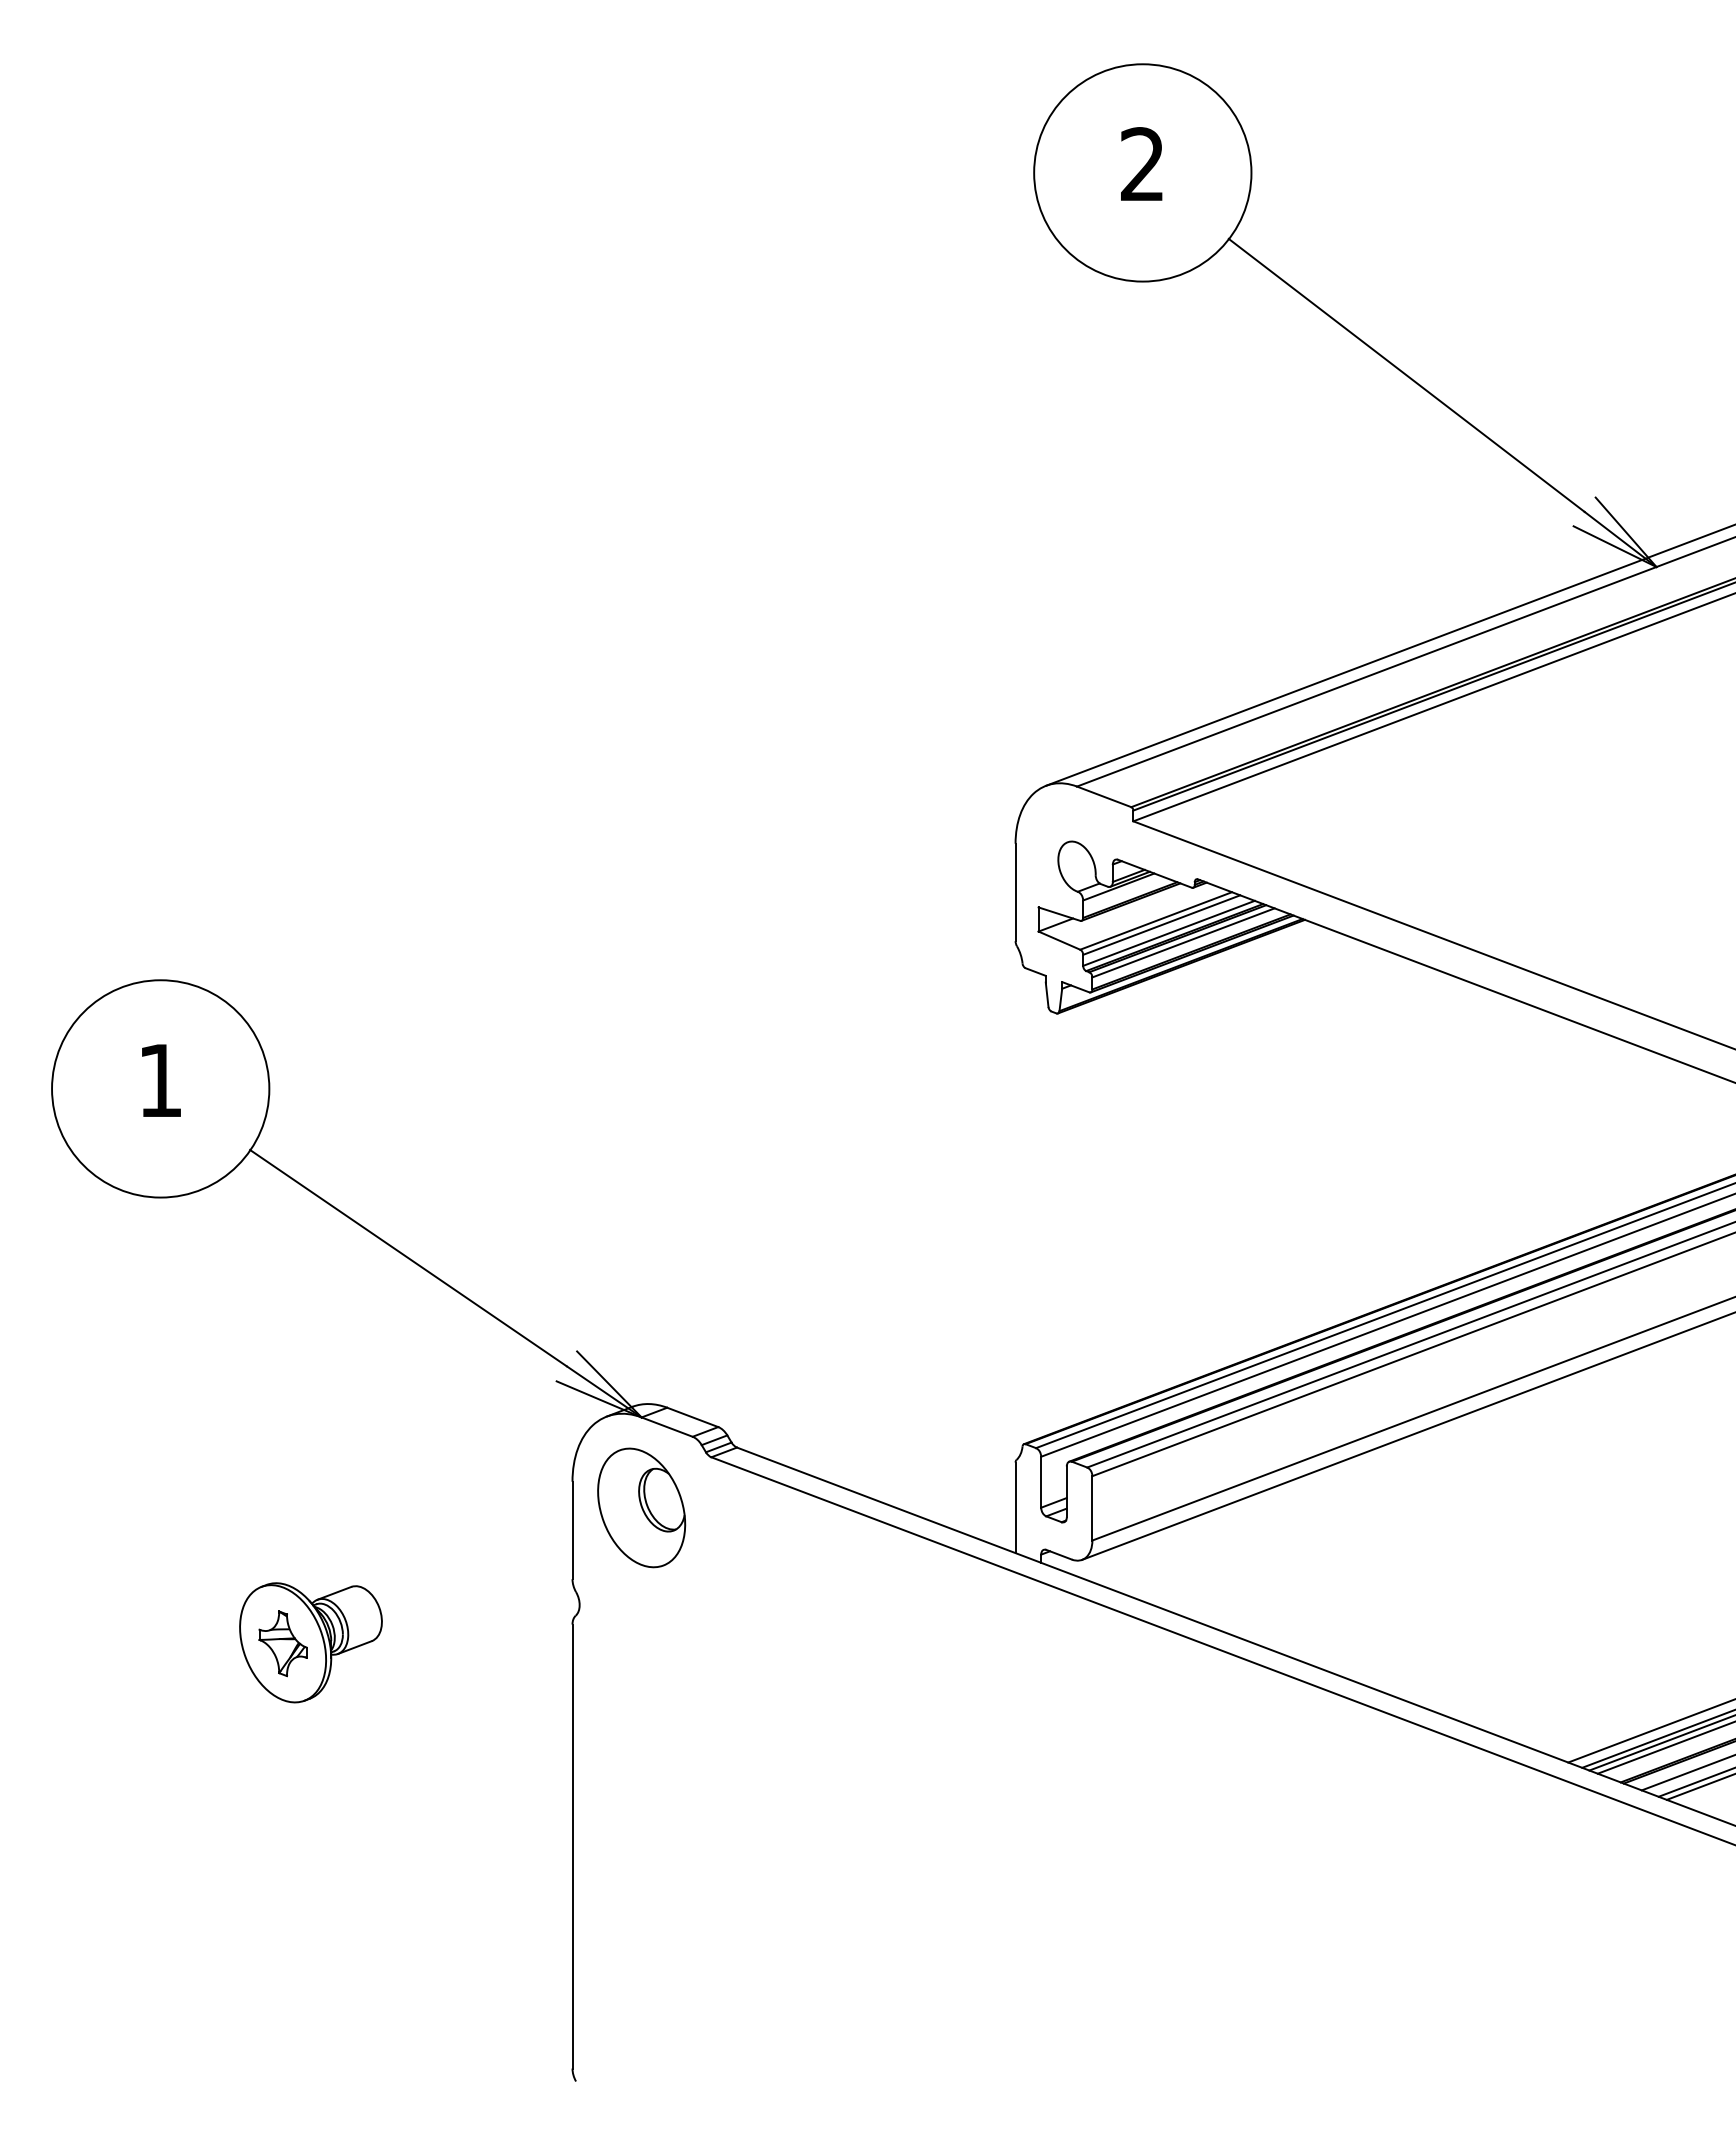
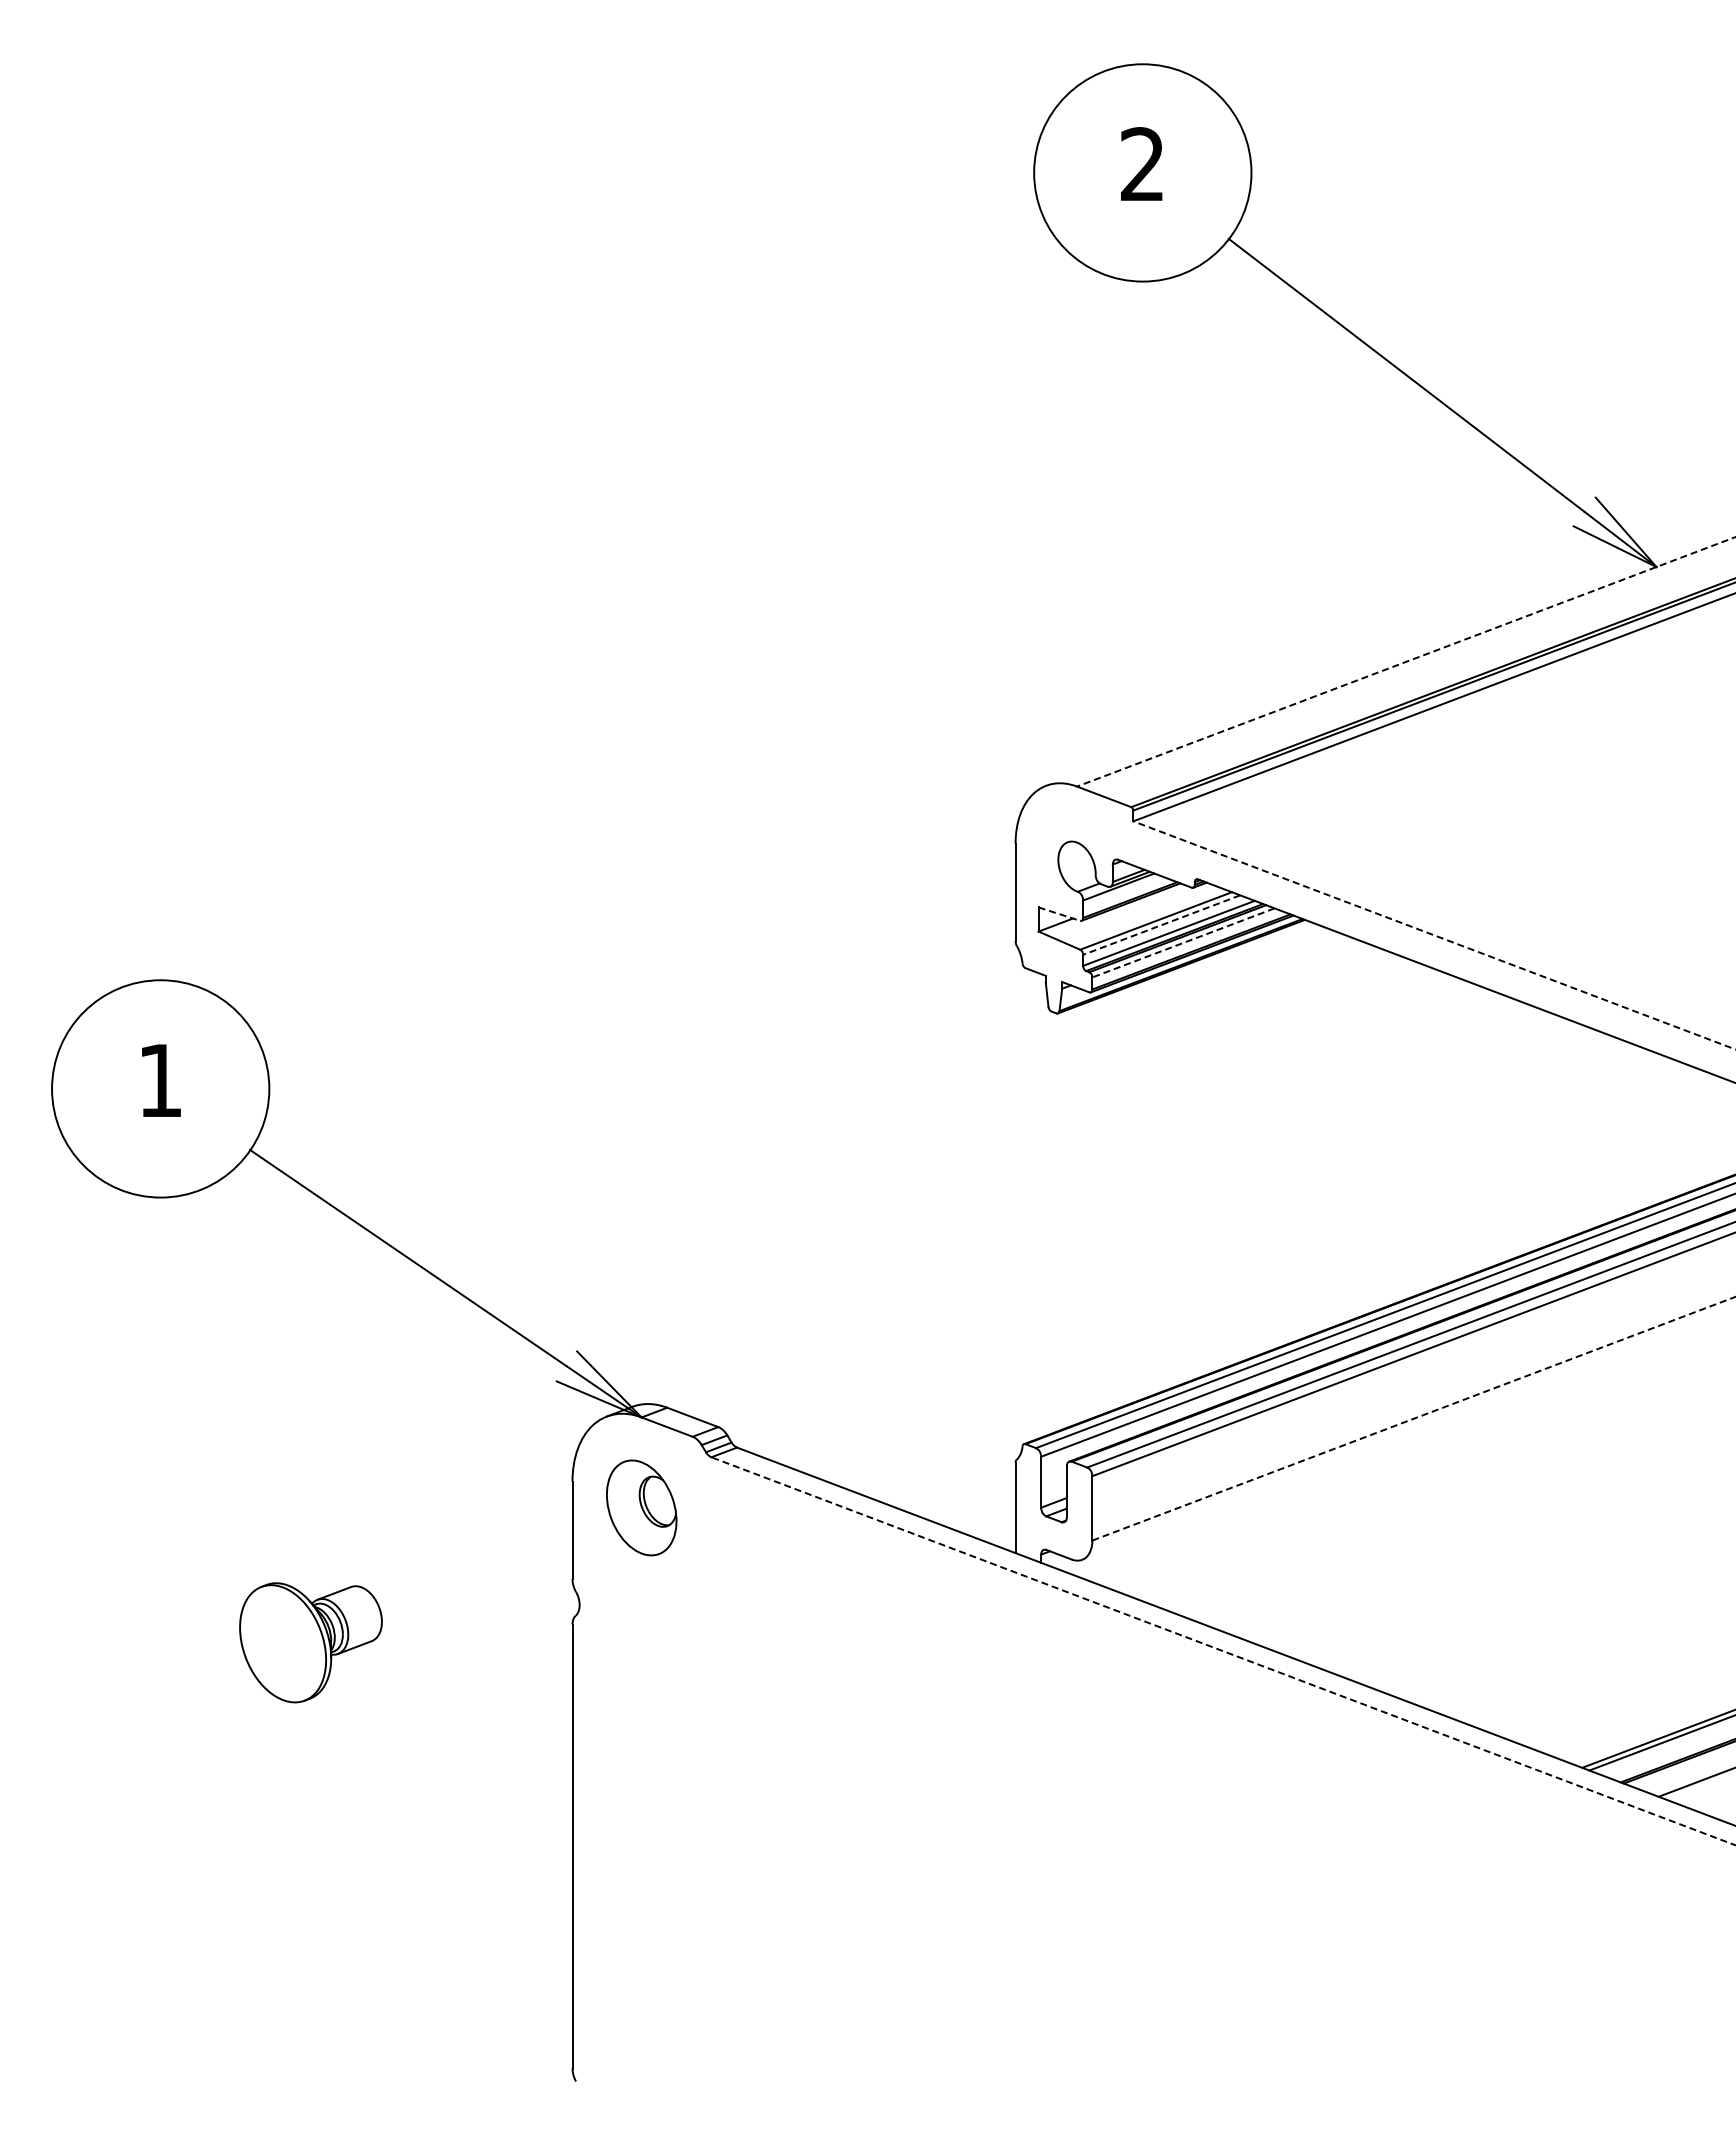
line at (1389, 655): present -> none
line at (1406, 661): solid -> dashed
line at (1059, 914): solid -> dashed
line at (1161, 925): solid -> dashed
line at (1434, 935): solid -> dashed
line at (1183, 943): solid -> dashed
line at (1413, 1418): solid -> dashed
line at (1407, 1436): present -> none
part at (641, 1507) size: 90x122 px -> 72x98 px
part at (282, 1643): present -> none
line at (1222, 1651): solid -> dashed
line at (1650, 1731): present -> none
line at (1664, 1747): present -> none
line at (1686, 1773): present -> none
line at (1699, 1787): present -> none
